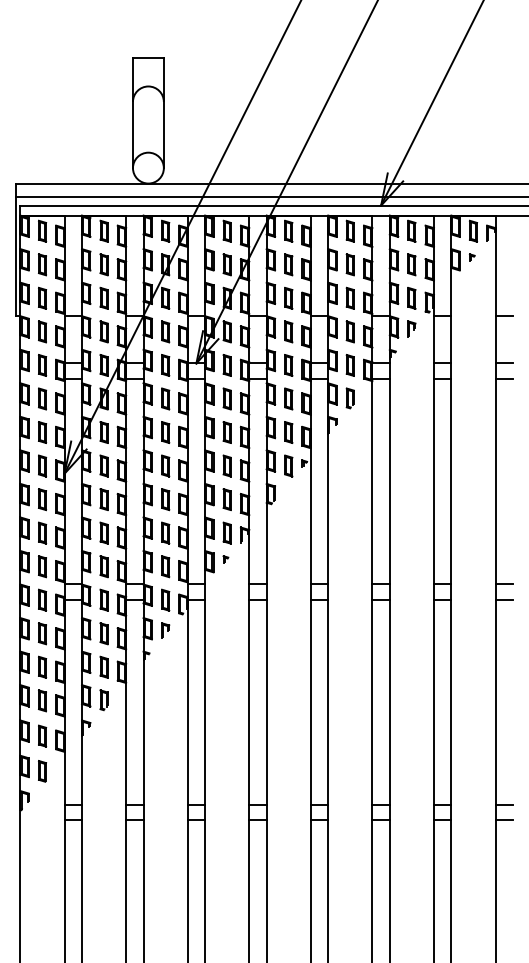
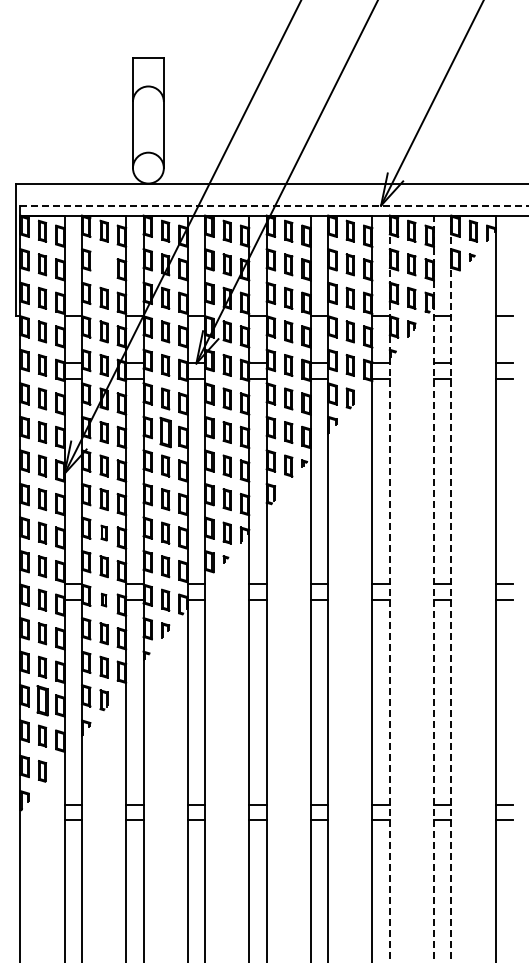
line at (270, 196): present -> none
line at (274, 205): solid -> dashed
part at (103, 264): present -> none
part at (165, 432) size: 10x23 px -> 13x33 px
part at (103, 532) size: 10x24 px -> 8x18 px
line at (389, 588): solid -> dashed
line at (433, 588): solid -> dashed
line at (451, 588): solid -> dashed
part at (103, 599) size: 10x24 px -> 8x16 px
part at (42, 700) size: 9x24 px -> 13x32 px
